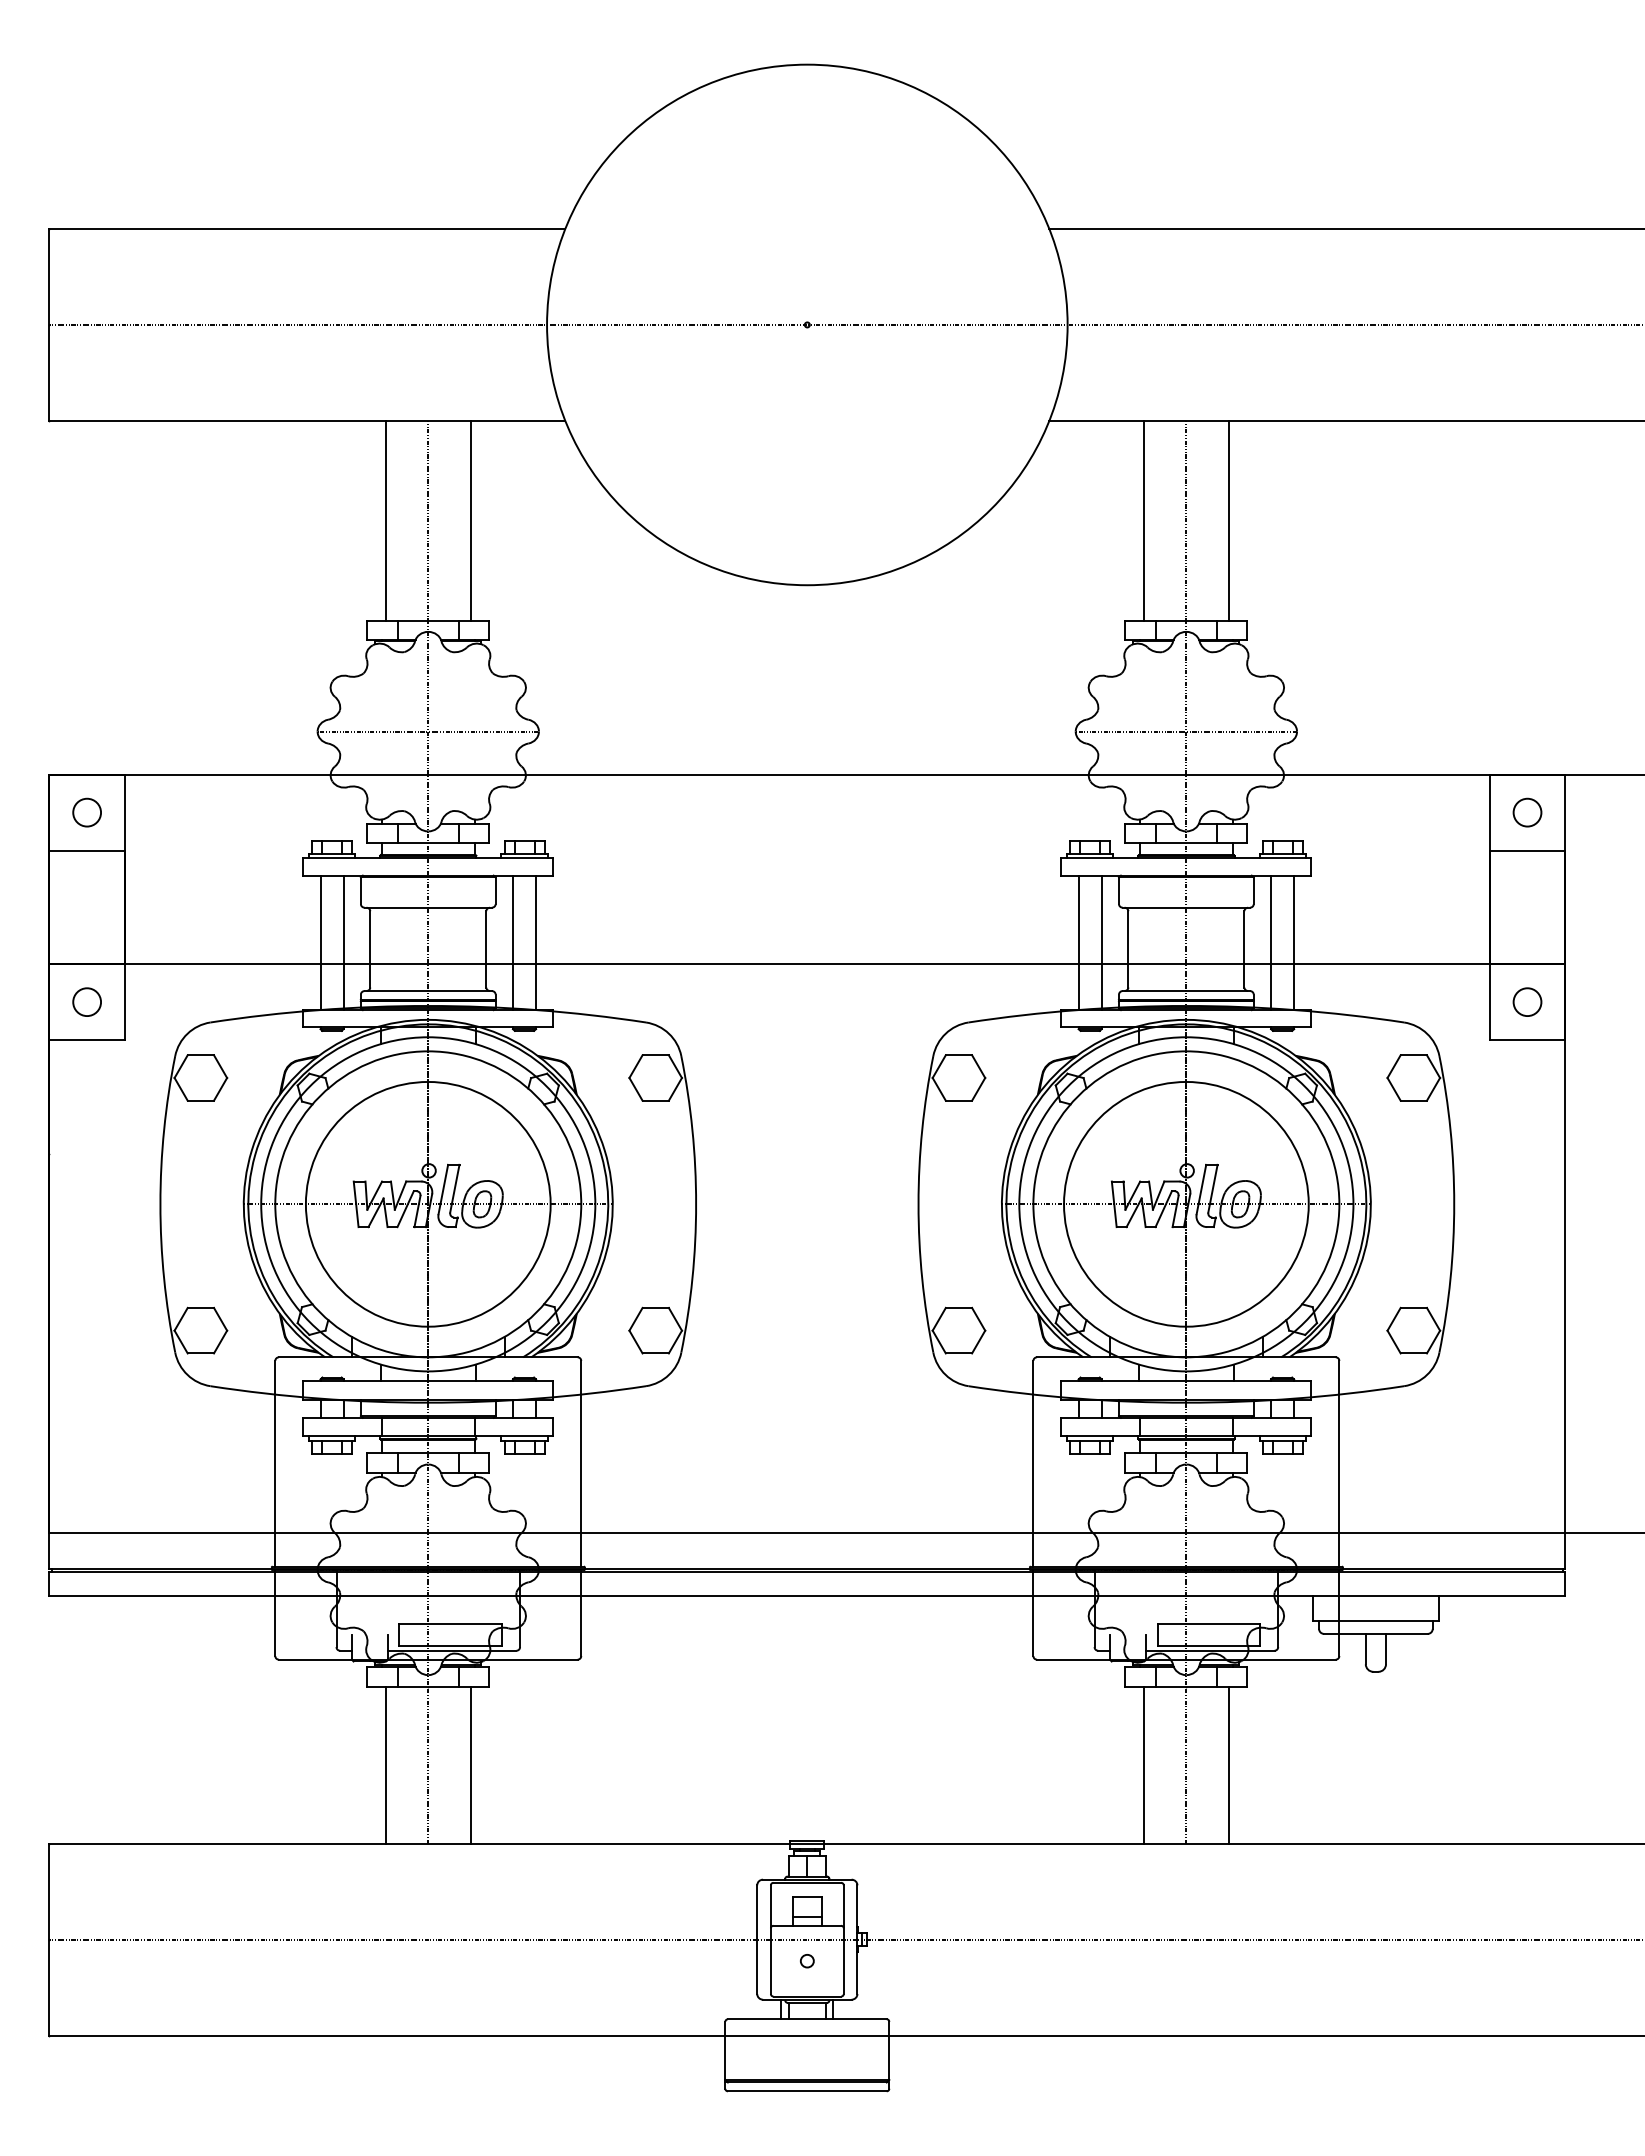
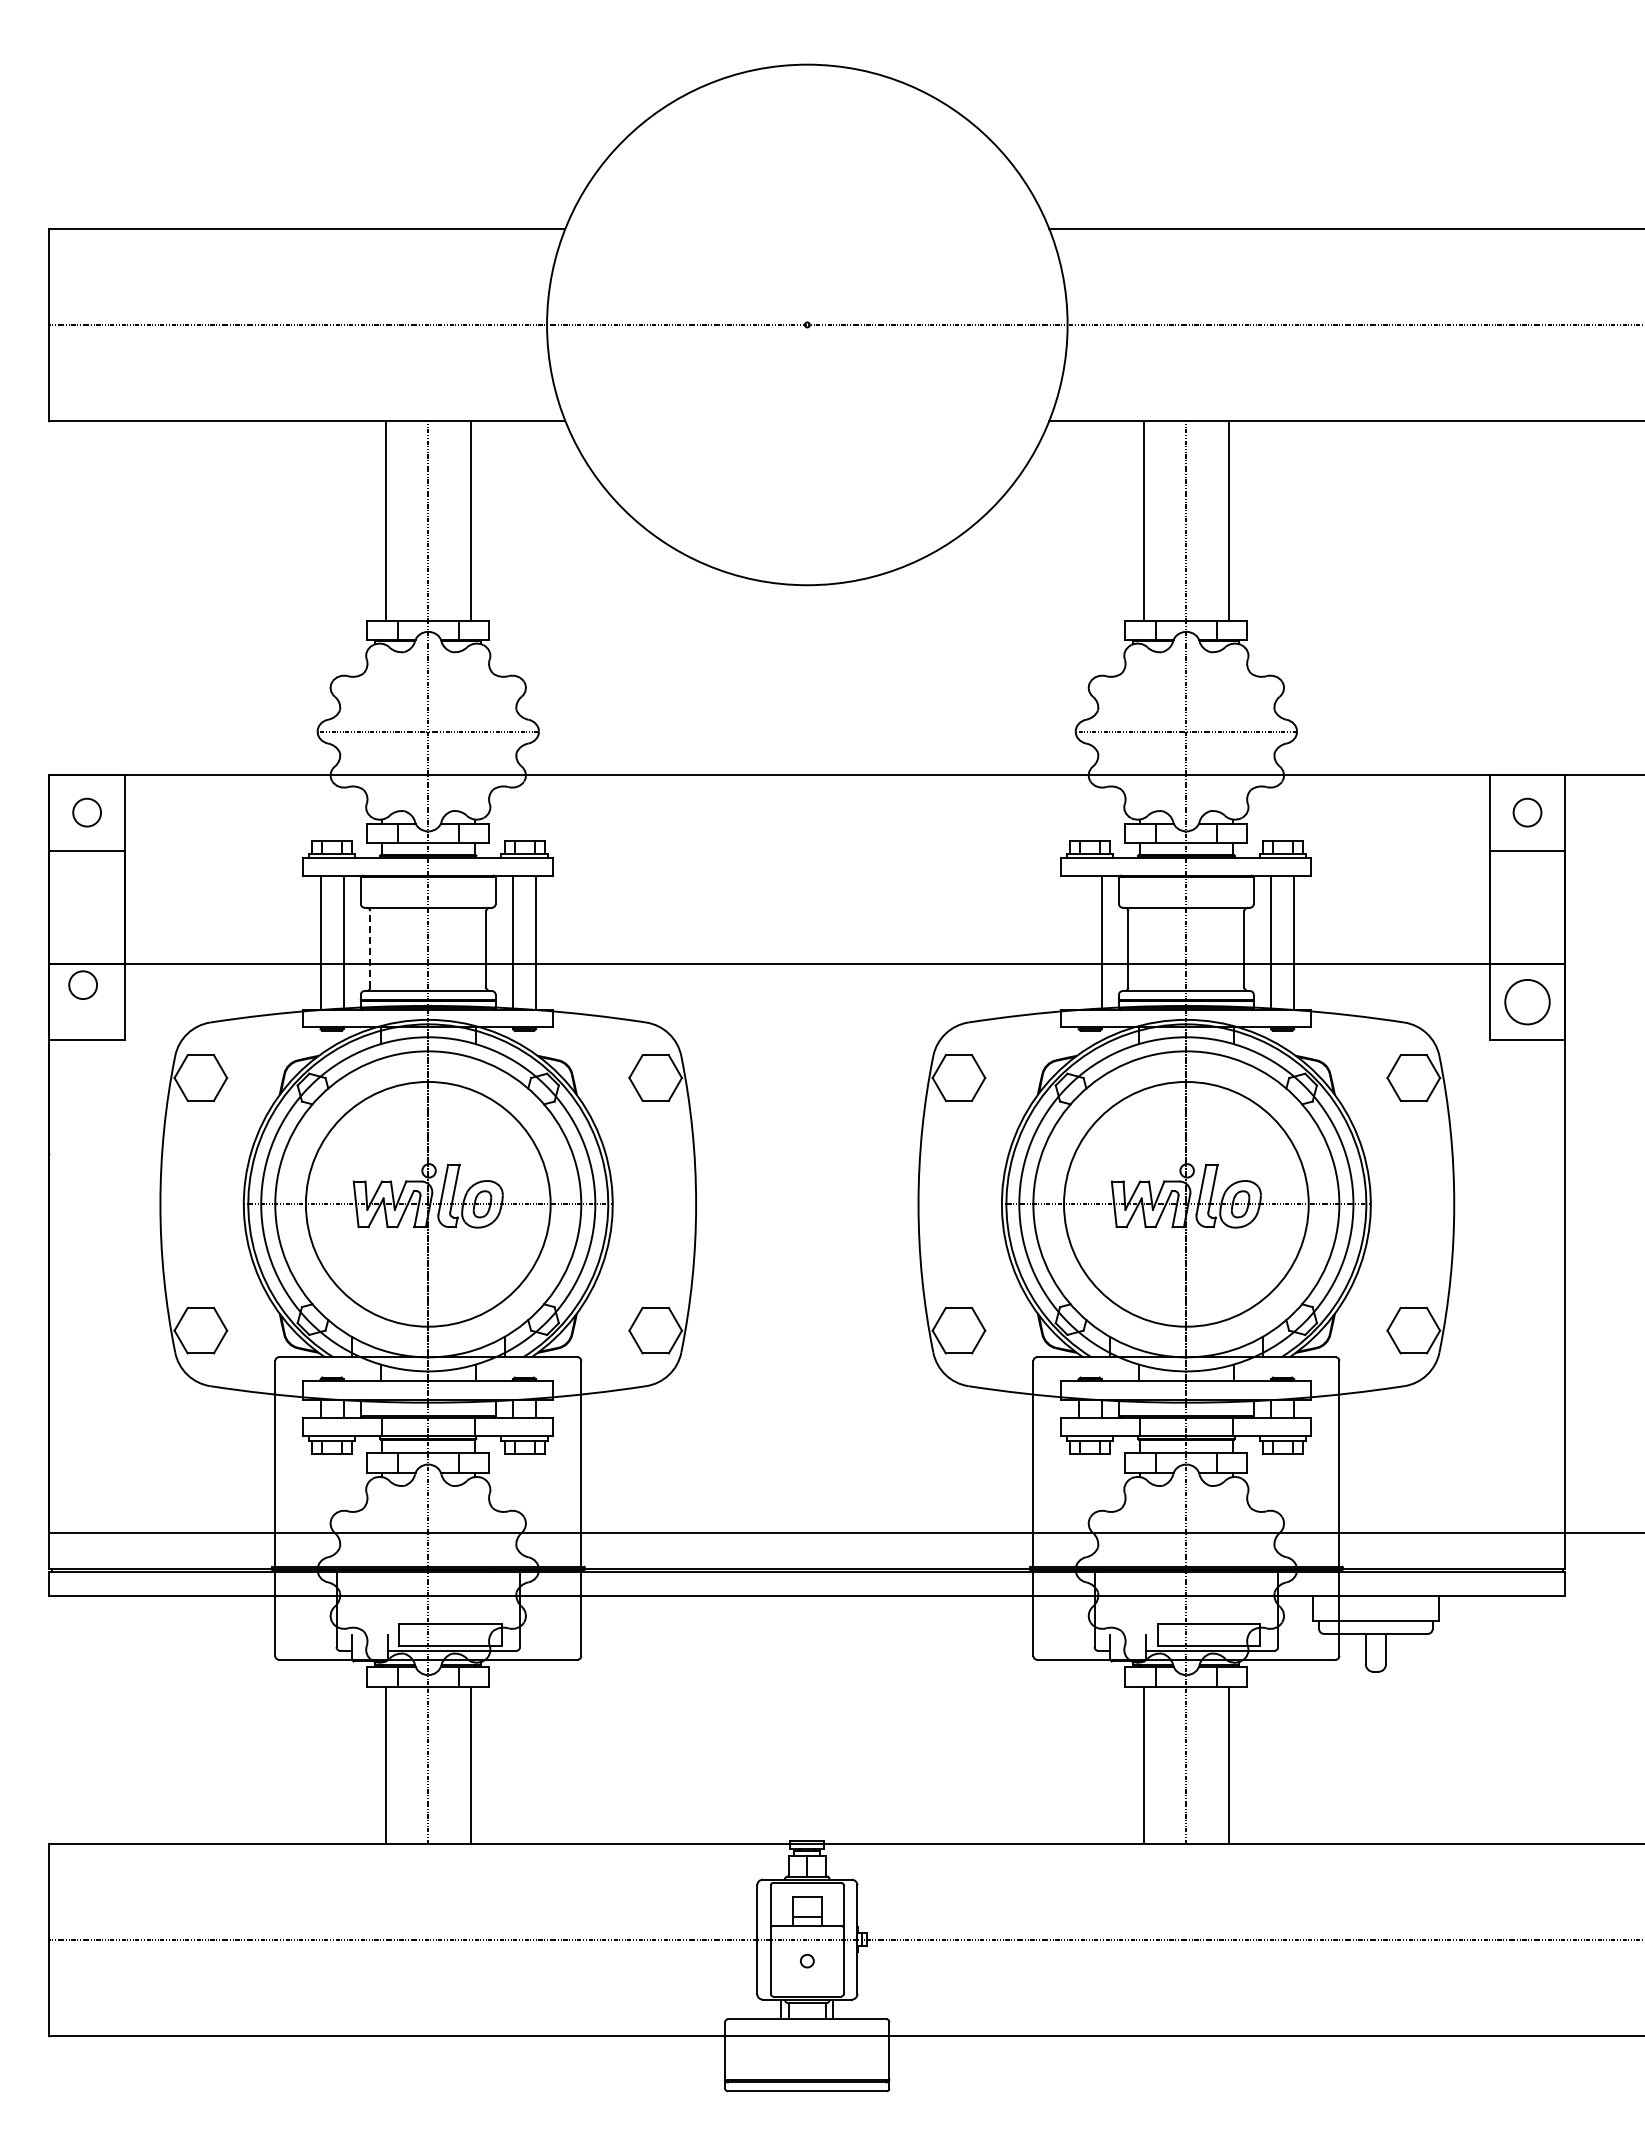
line at (1078, 942): present -> none
line at (370, 948): solid -> dashed
circle at (86, 1001) position: (86, 1001) -> (82, 984)
circle at (1527, 1002) diameter: 28 px -> 44 px
